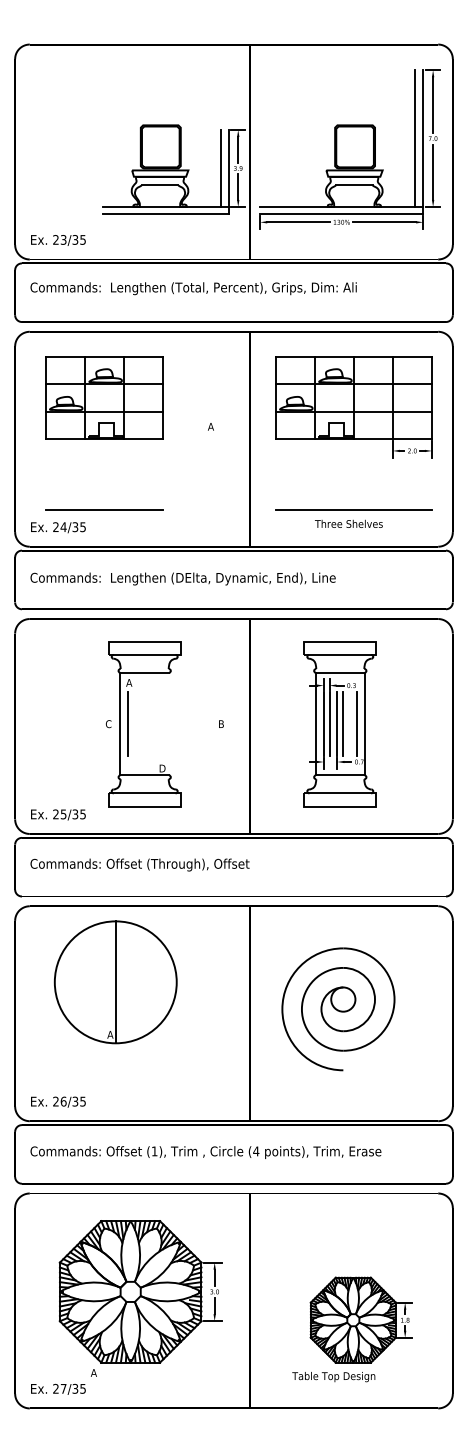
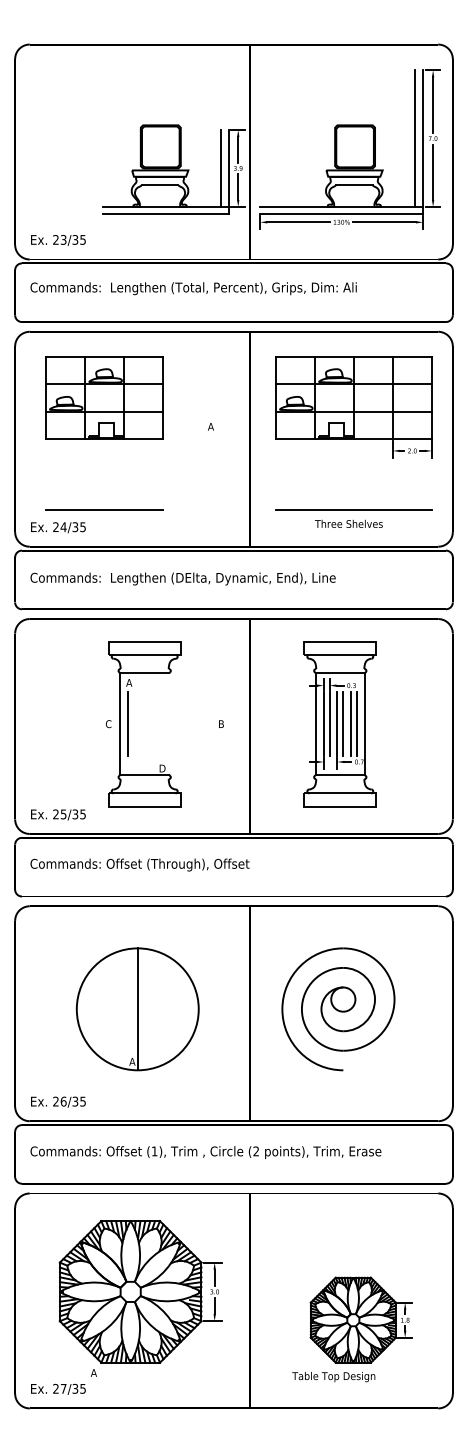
line at (351, 723): none -> present
part at (115, 982) position: (115, 982) -> (137, 1009)
text at (256, 1151): (4 -> (2
